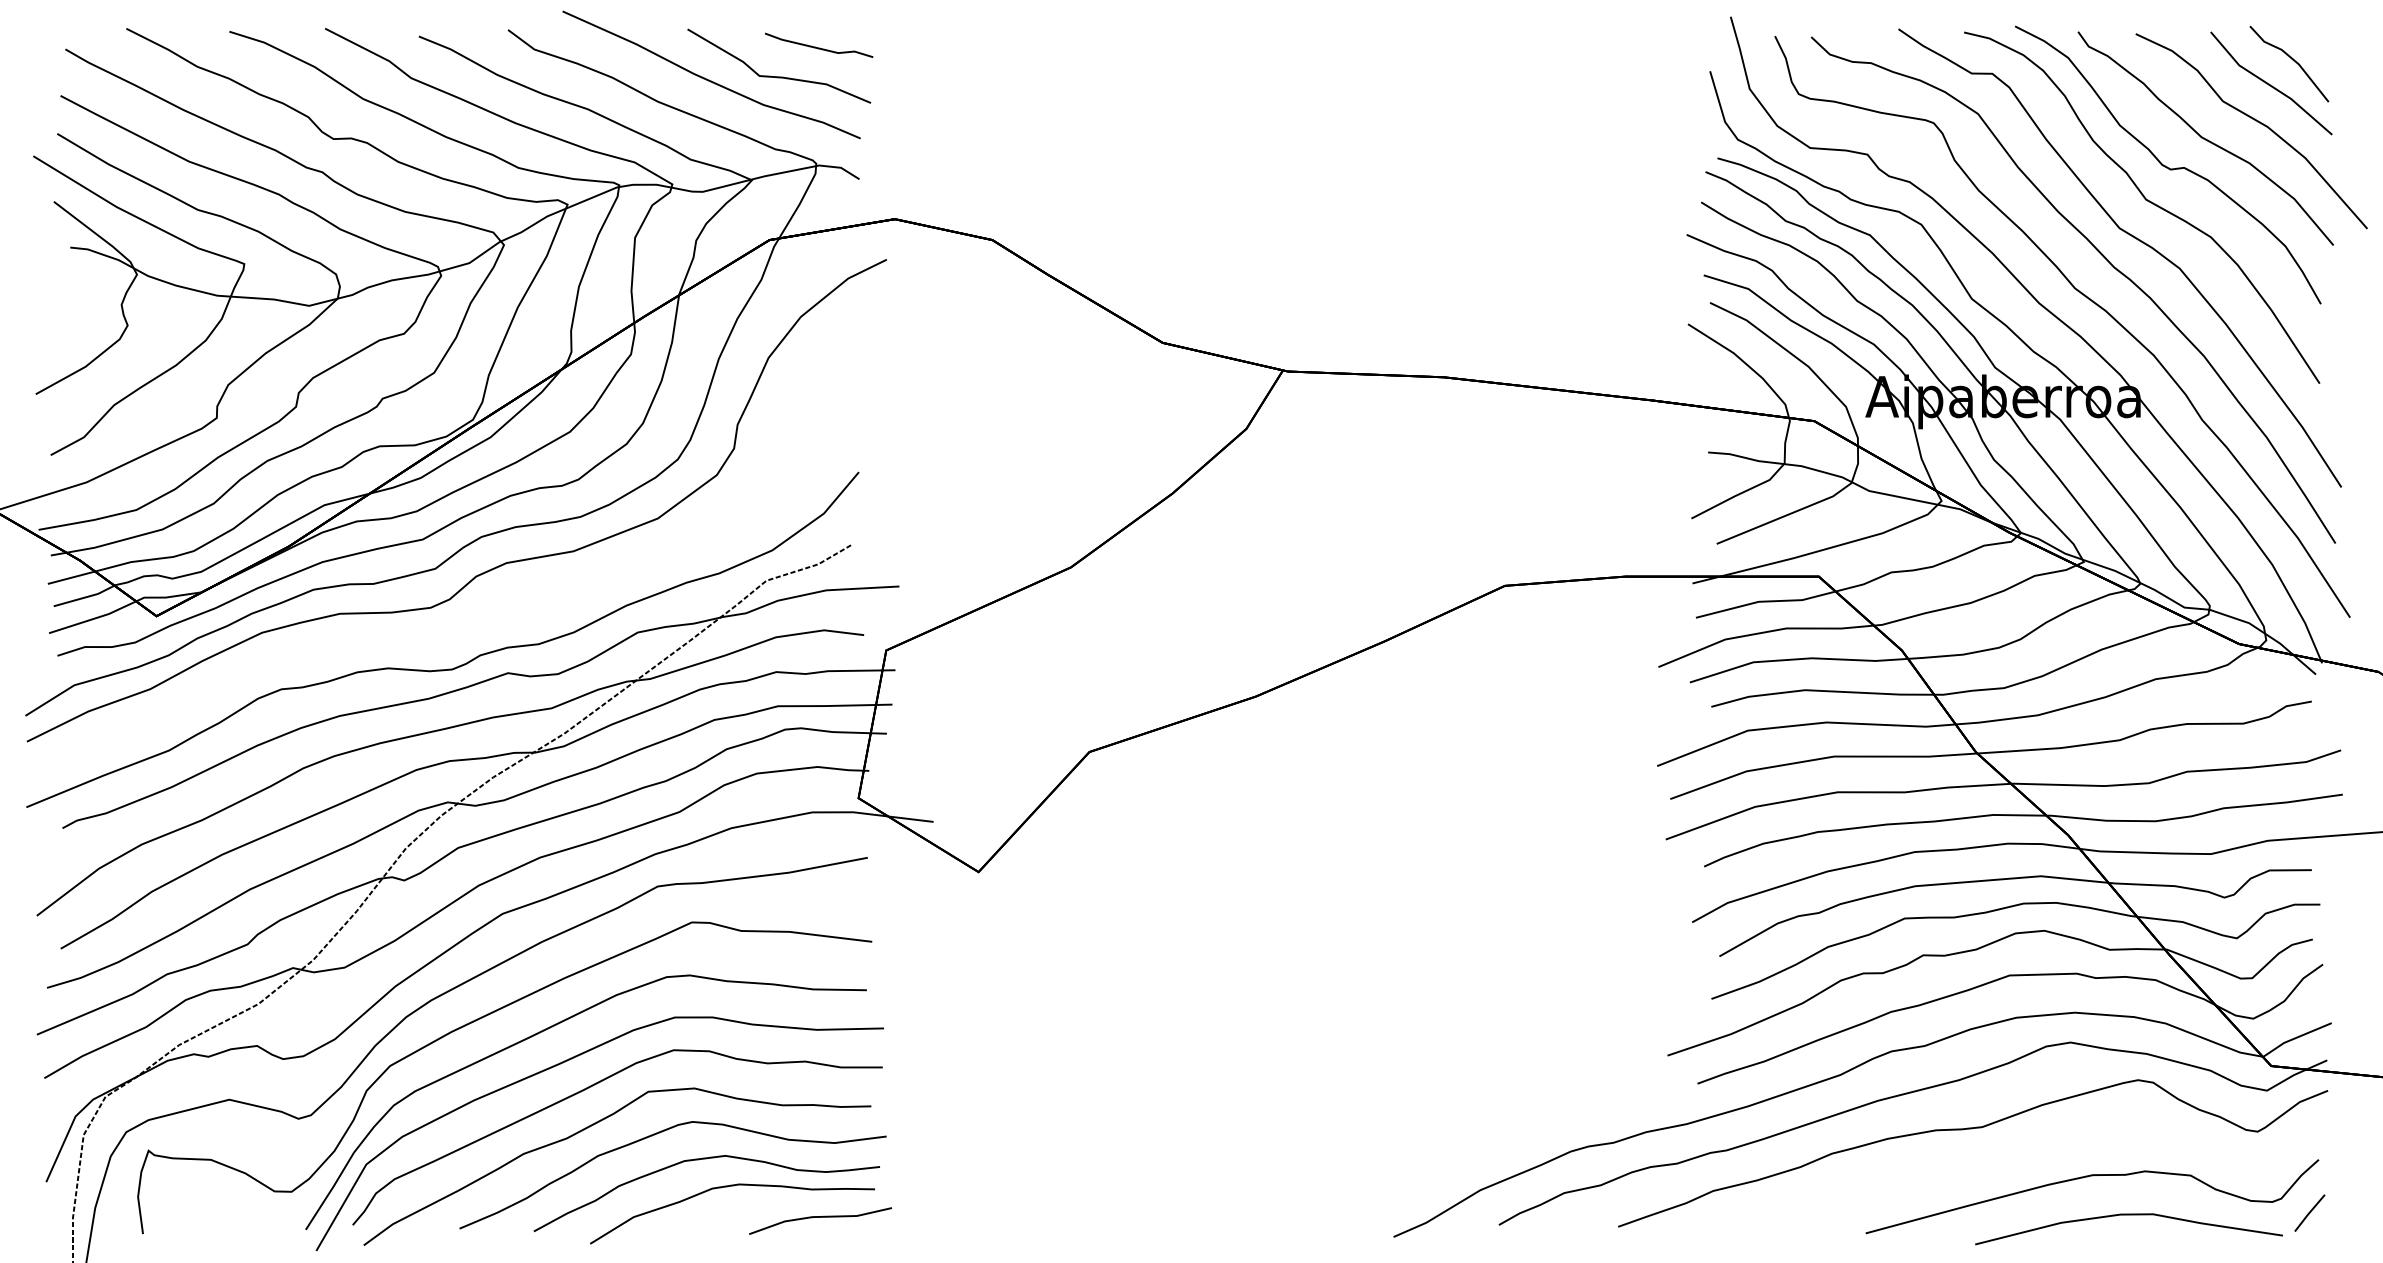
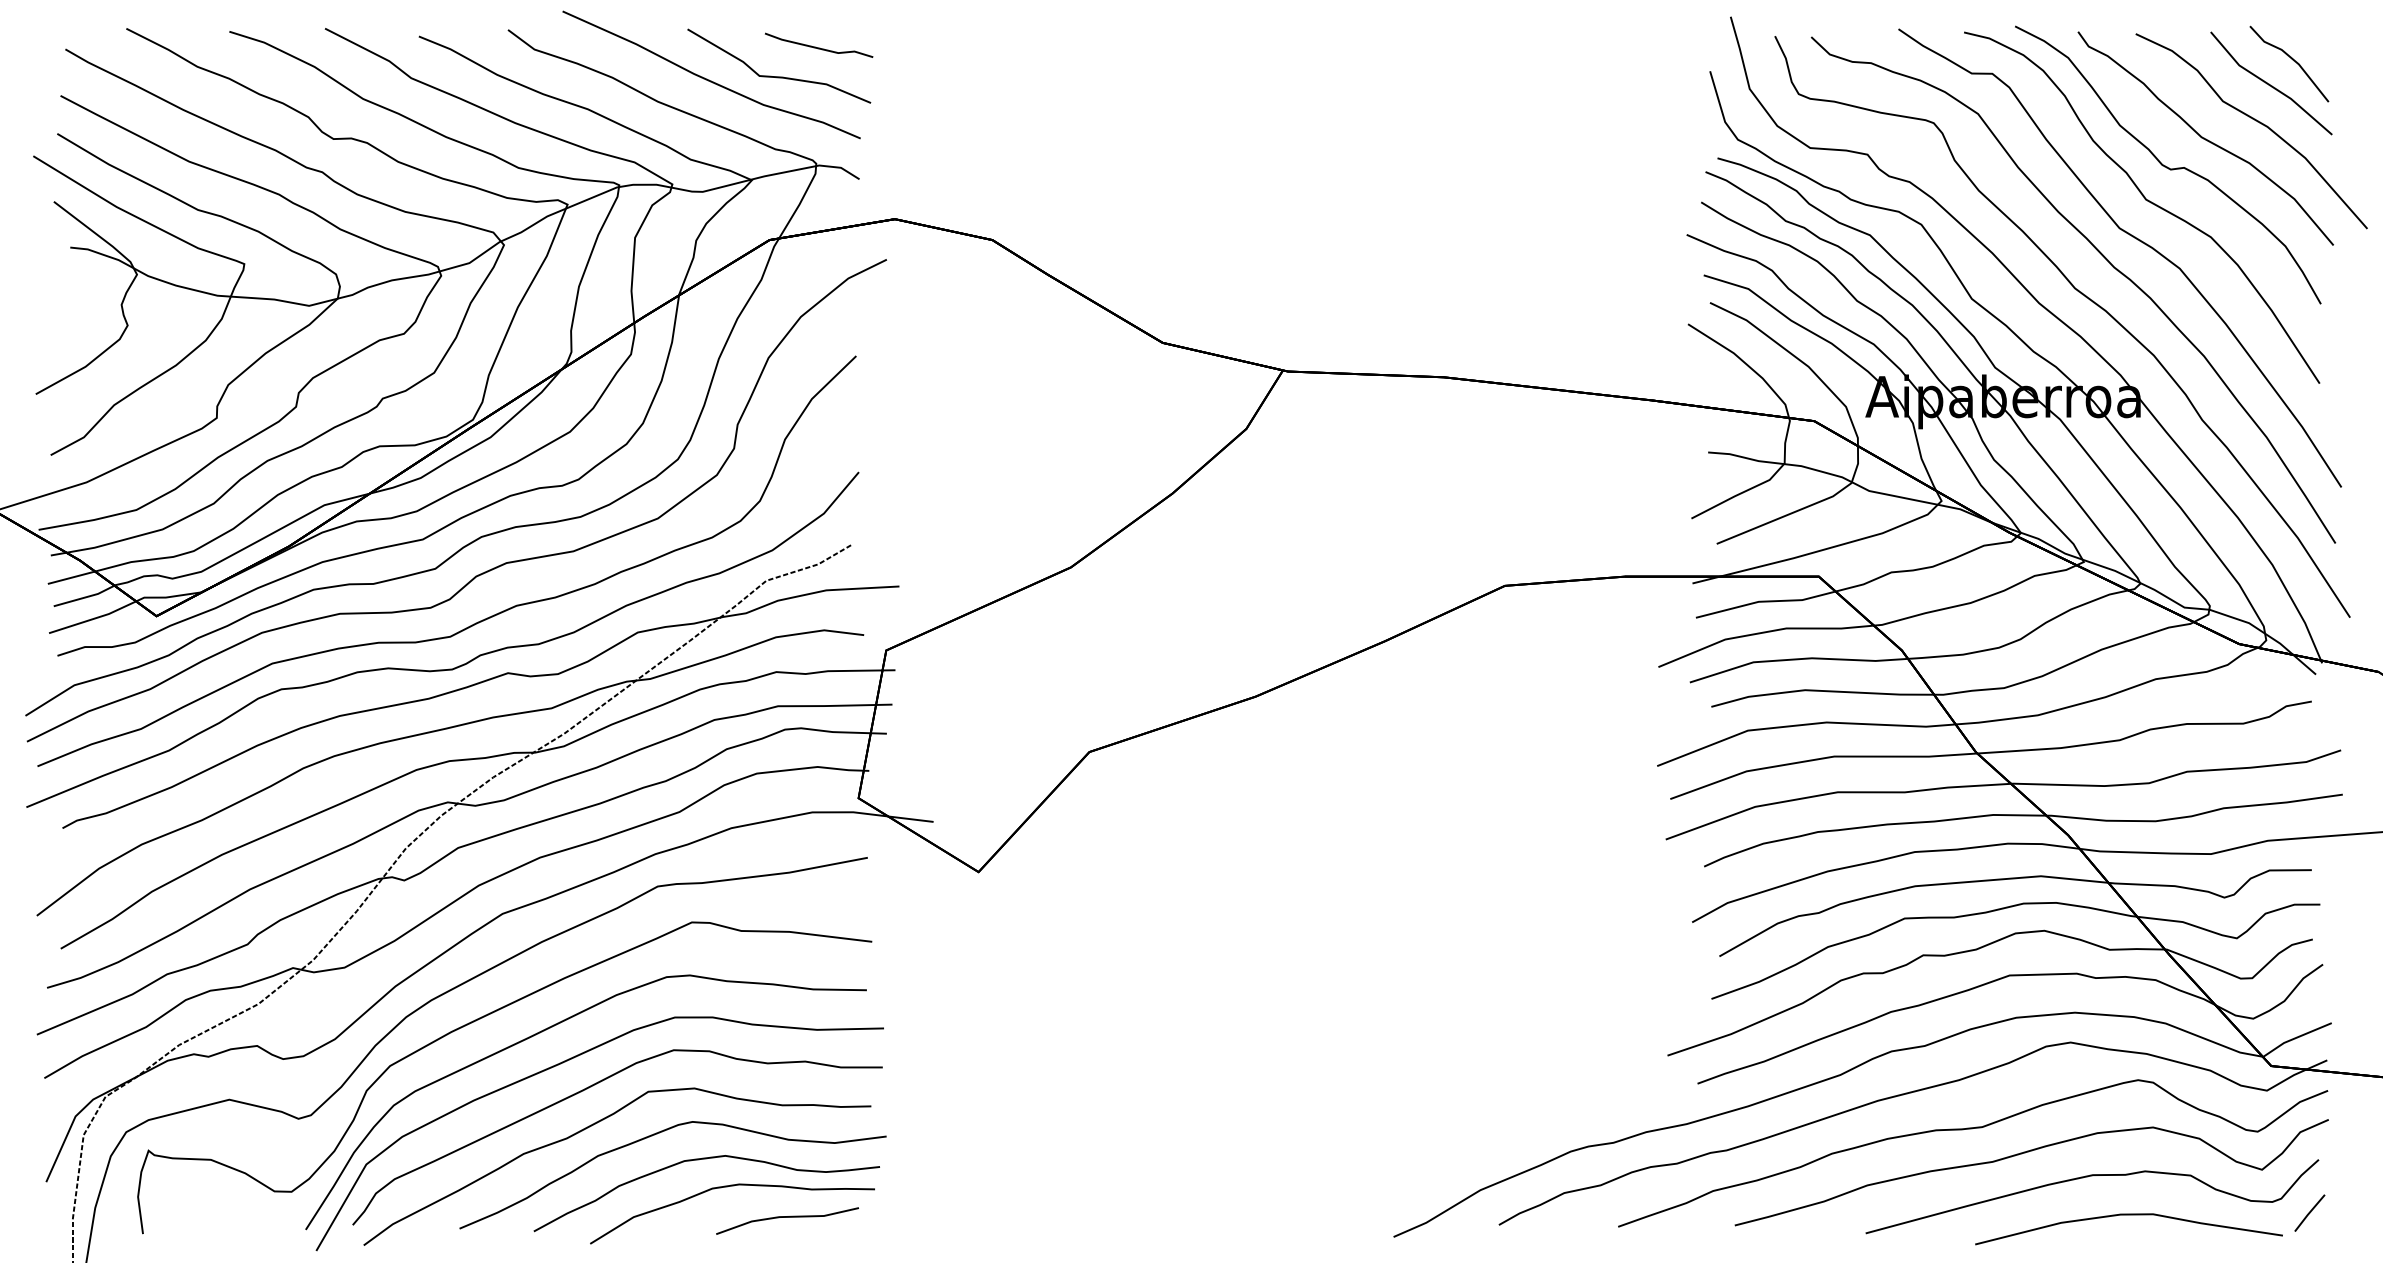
curve at (475, 622): none -> present
part at (2025, 1153): none -> present
part at (820, 1220) position: (820, 1220) -> (787, 1220)
